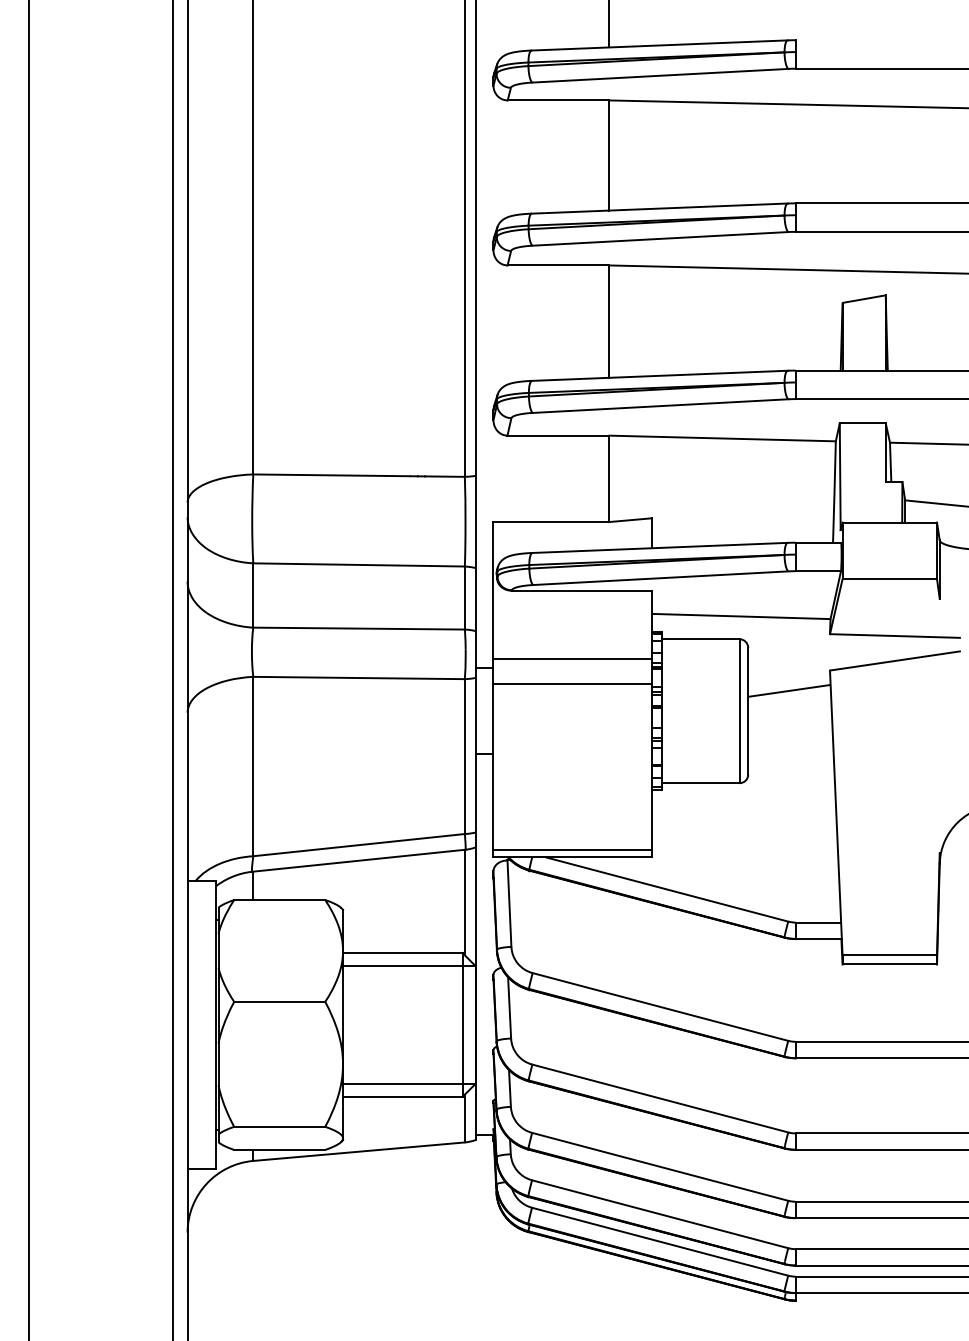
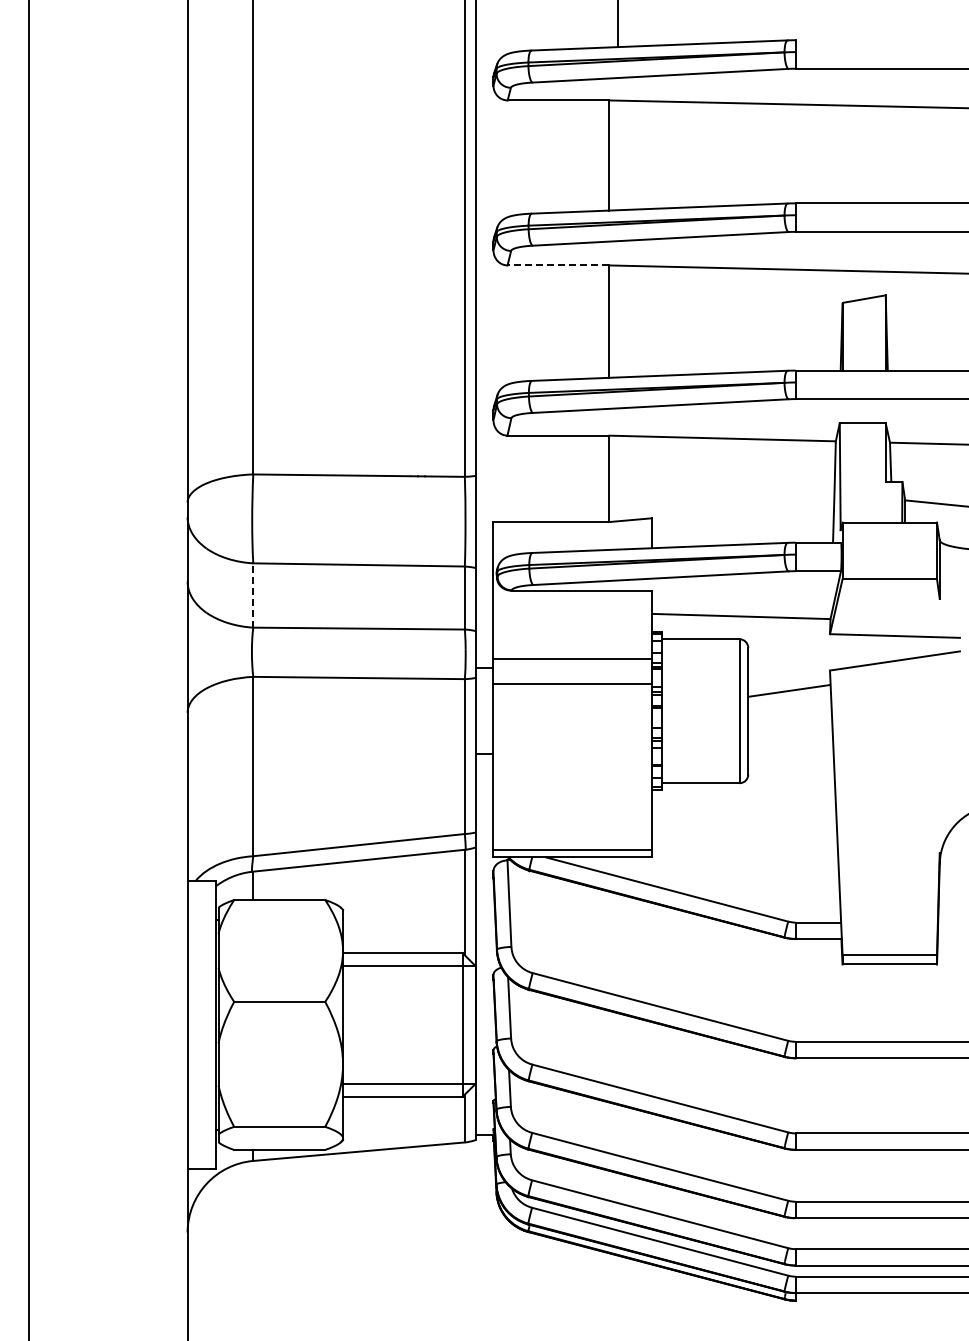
line at (608, 24) position: (608, 24) -> (617, 24)
line at (558, 265): solid -> dashed
line at (253, 595): solid -> dashed
line at (173, 669): present -> none
